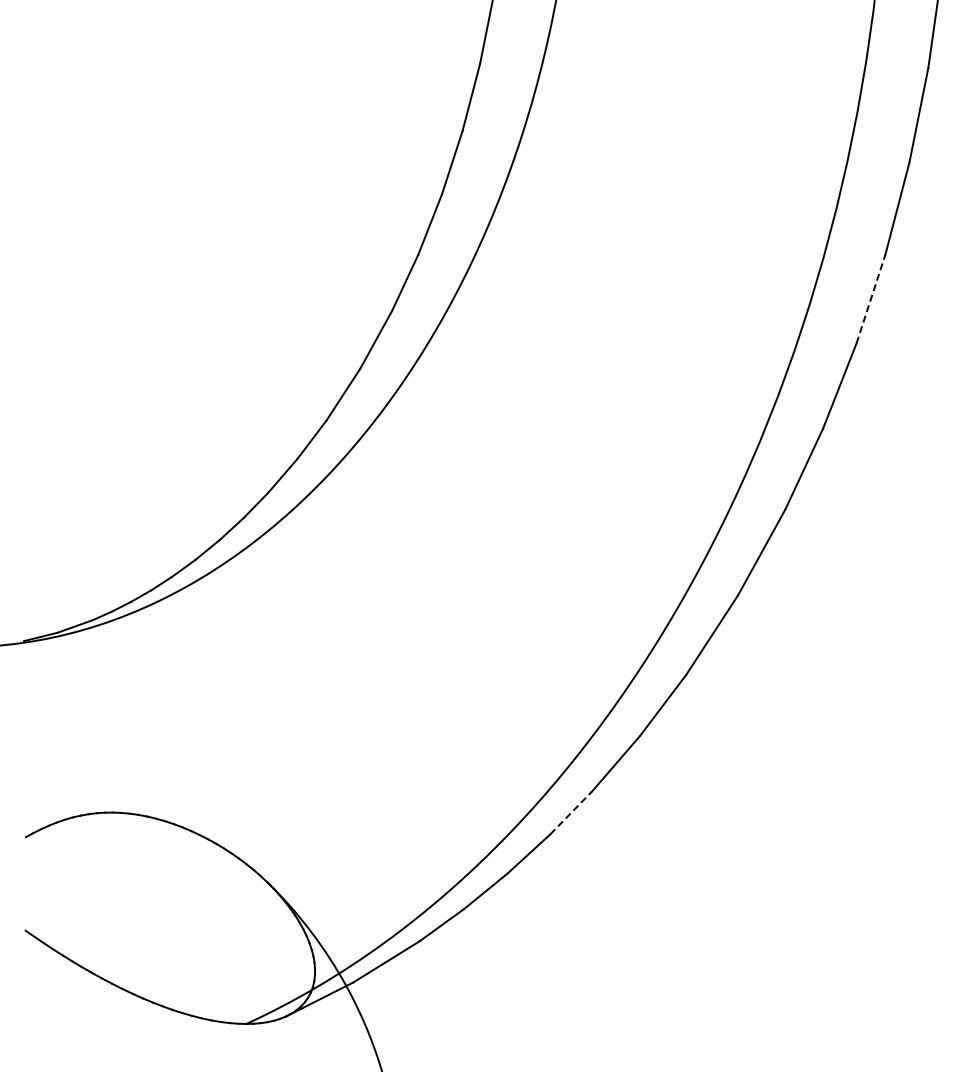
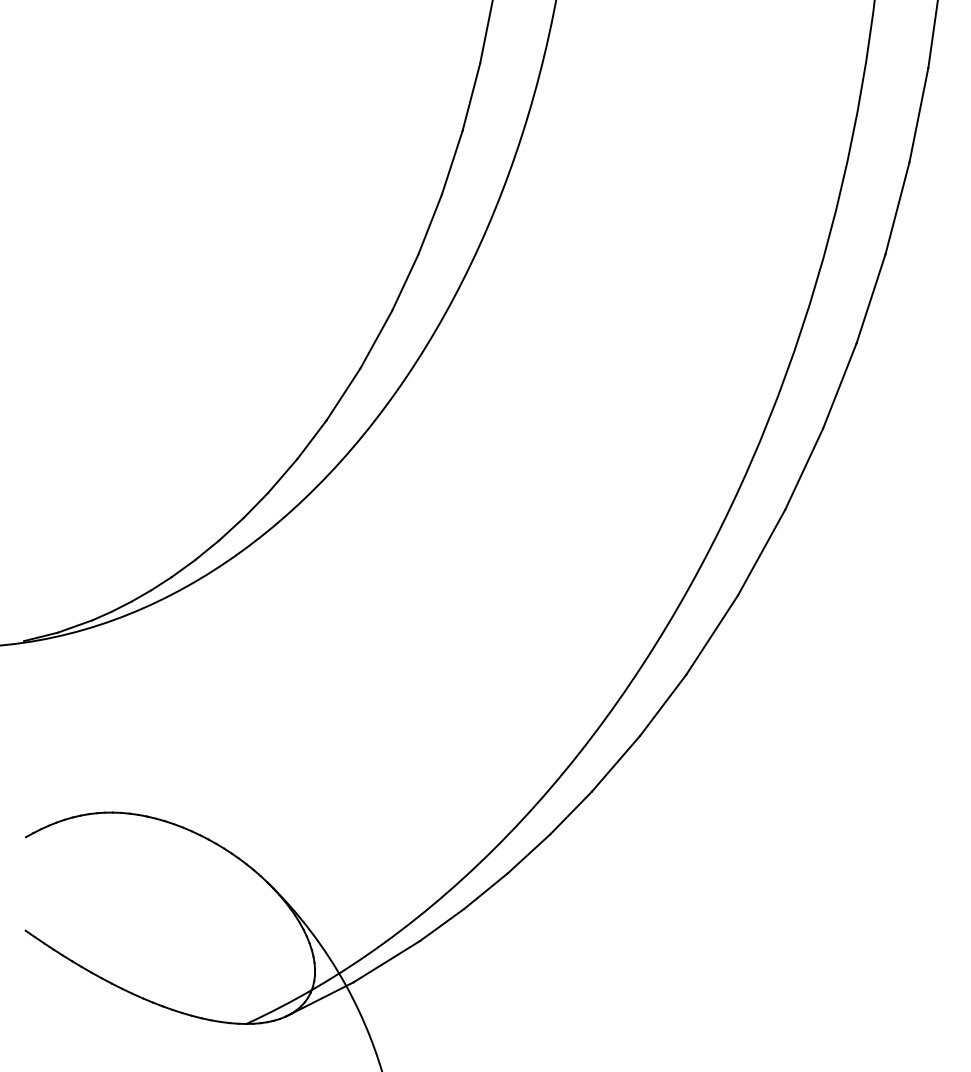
line at (871, 298): dashed -> solid
line at (571, 813): dashed -> solid
